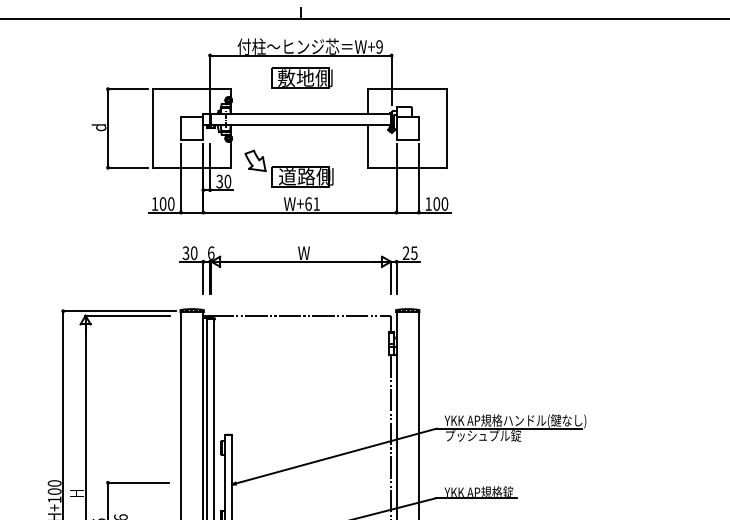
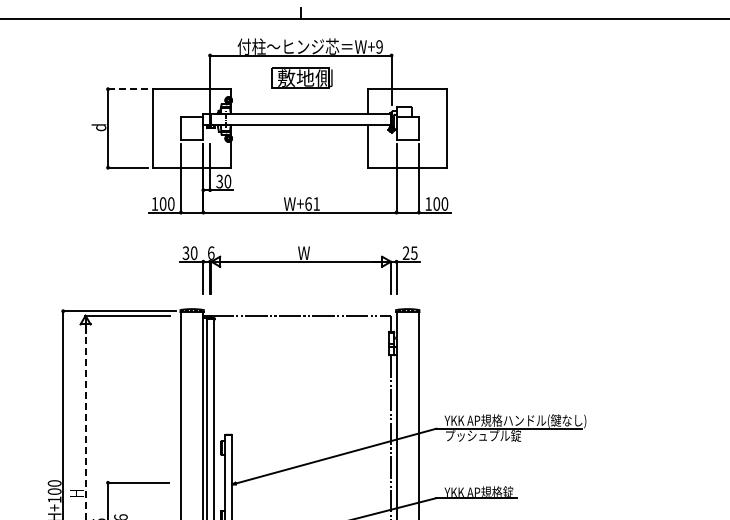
line at (127, 89): solid -> dashed
part at (288, 168): present -> none
line at (85, 422): solid -> dashed
